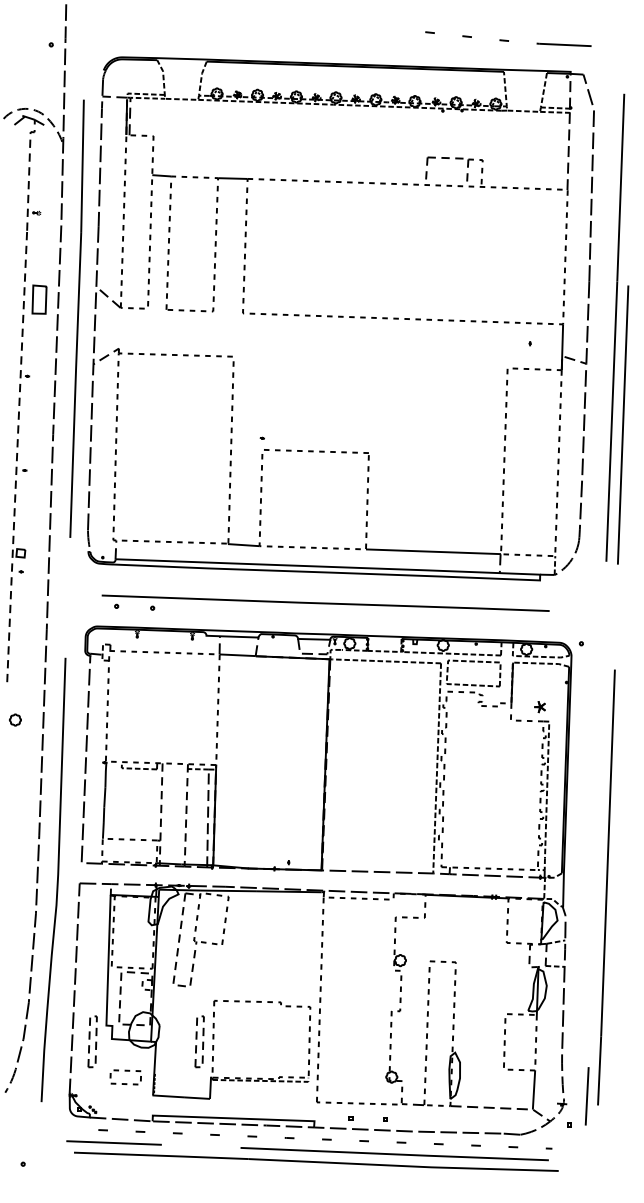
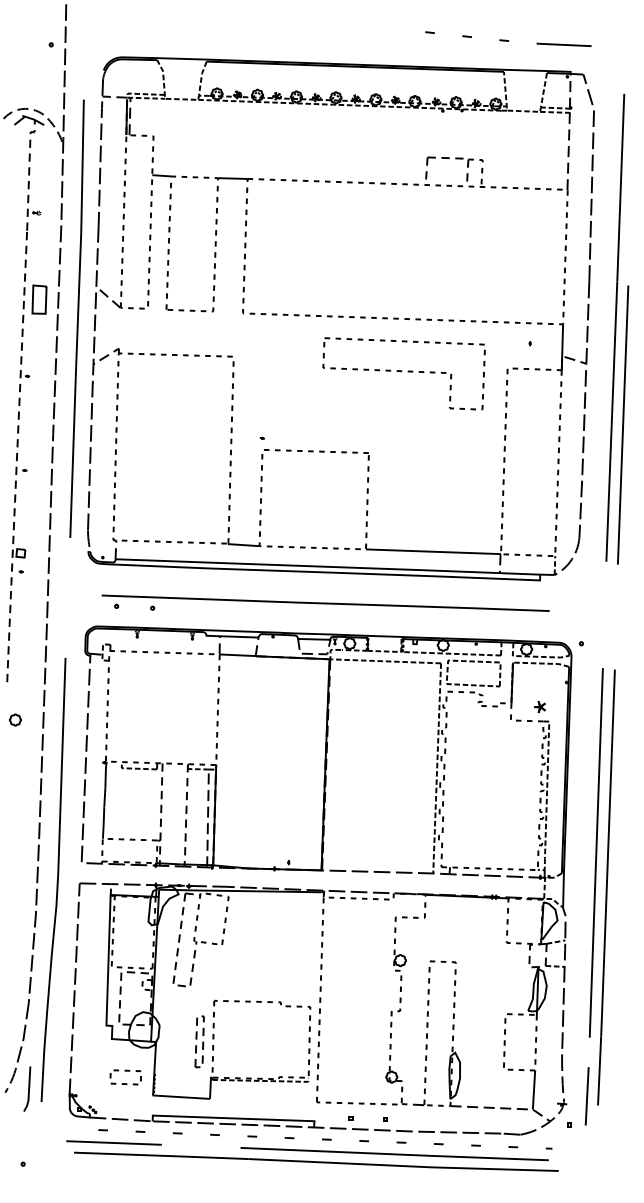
part at (403, 373): none -> present
line at (595, 852): none -> present
part at (92, 1041): present -> none
line at (28, 1088): none -> present
